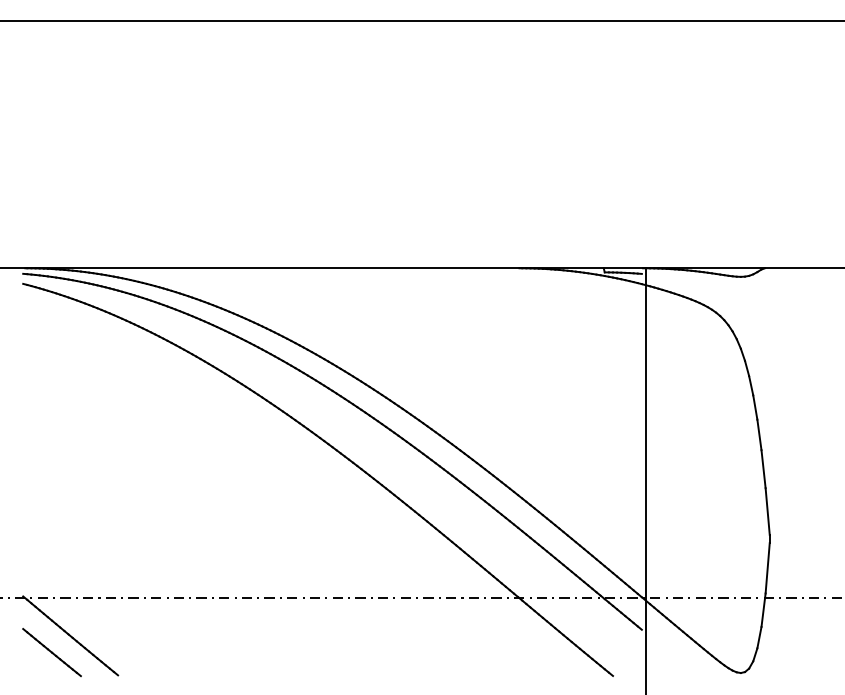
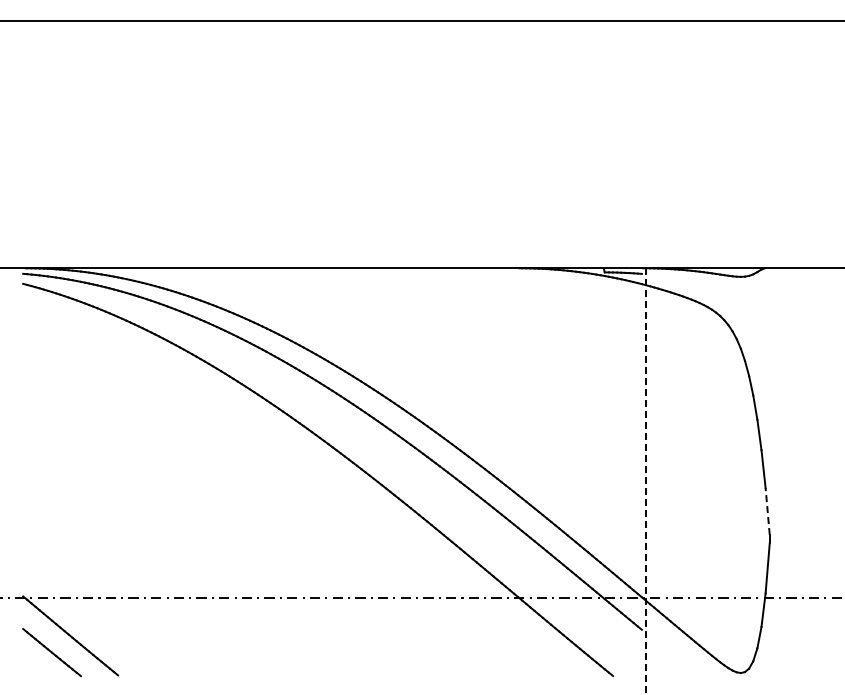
line at (646, 481): solid -> dashed
line at (767, 511): solid -> dashed
